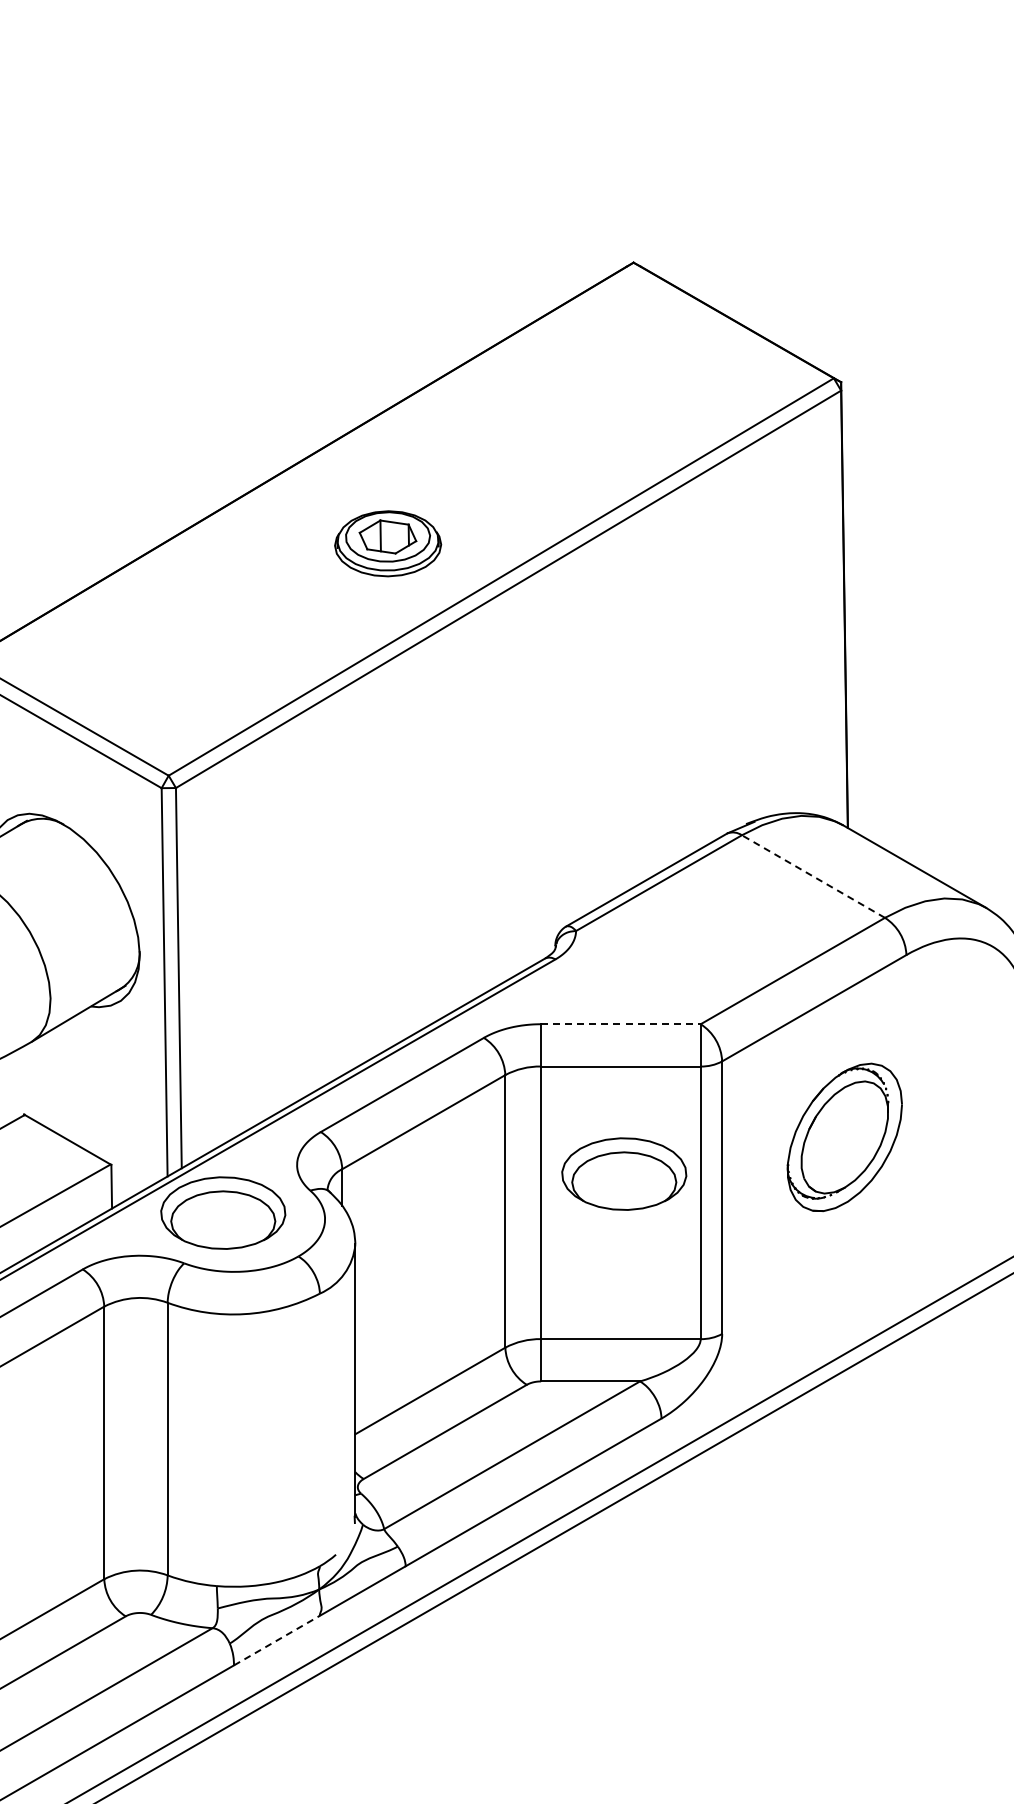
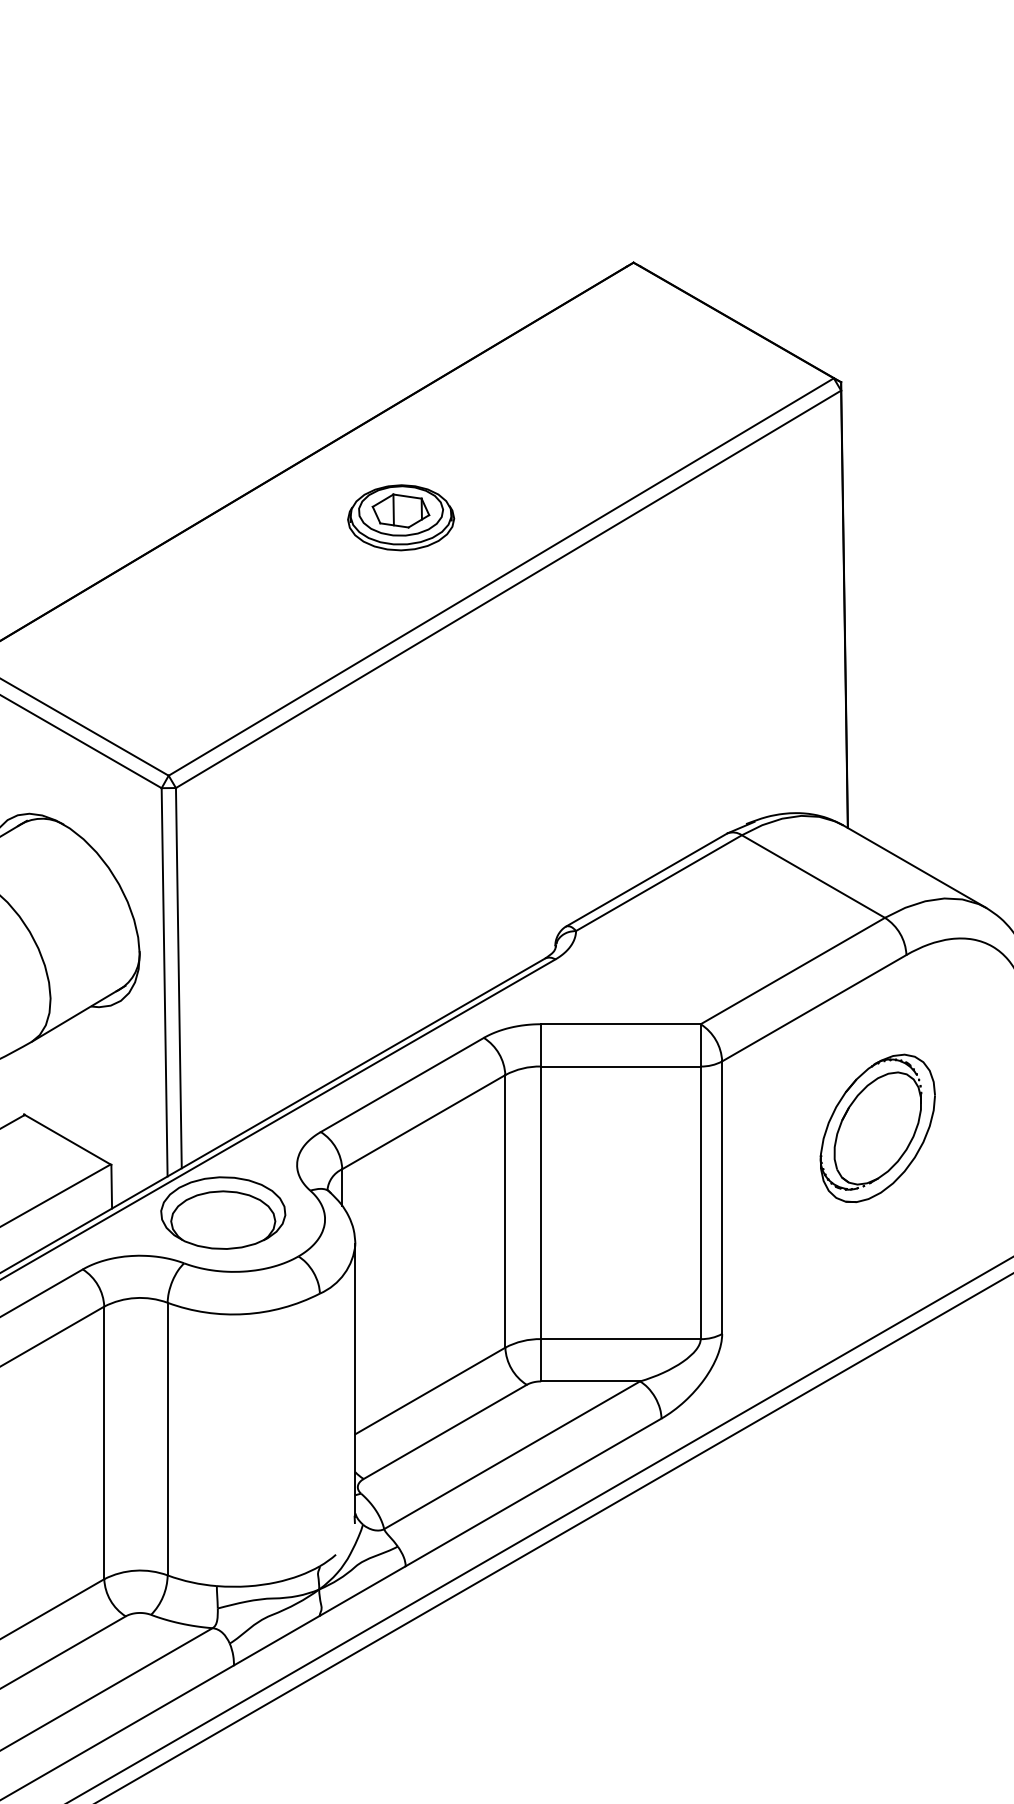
part at (388, 543) position: (388, 543) -> (401, 517)
line at (813, 876): dashed -> solid
line at (620, 1024): dashed -> solid
part at (844, 1137) position: (844, 1137) -> (877, 1128)
part at (624, 1173): present -> none
line at (276, 1640): dashed -> solid
